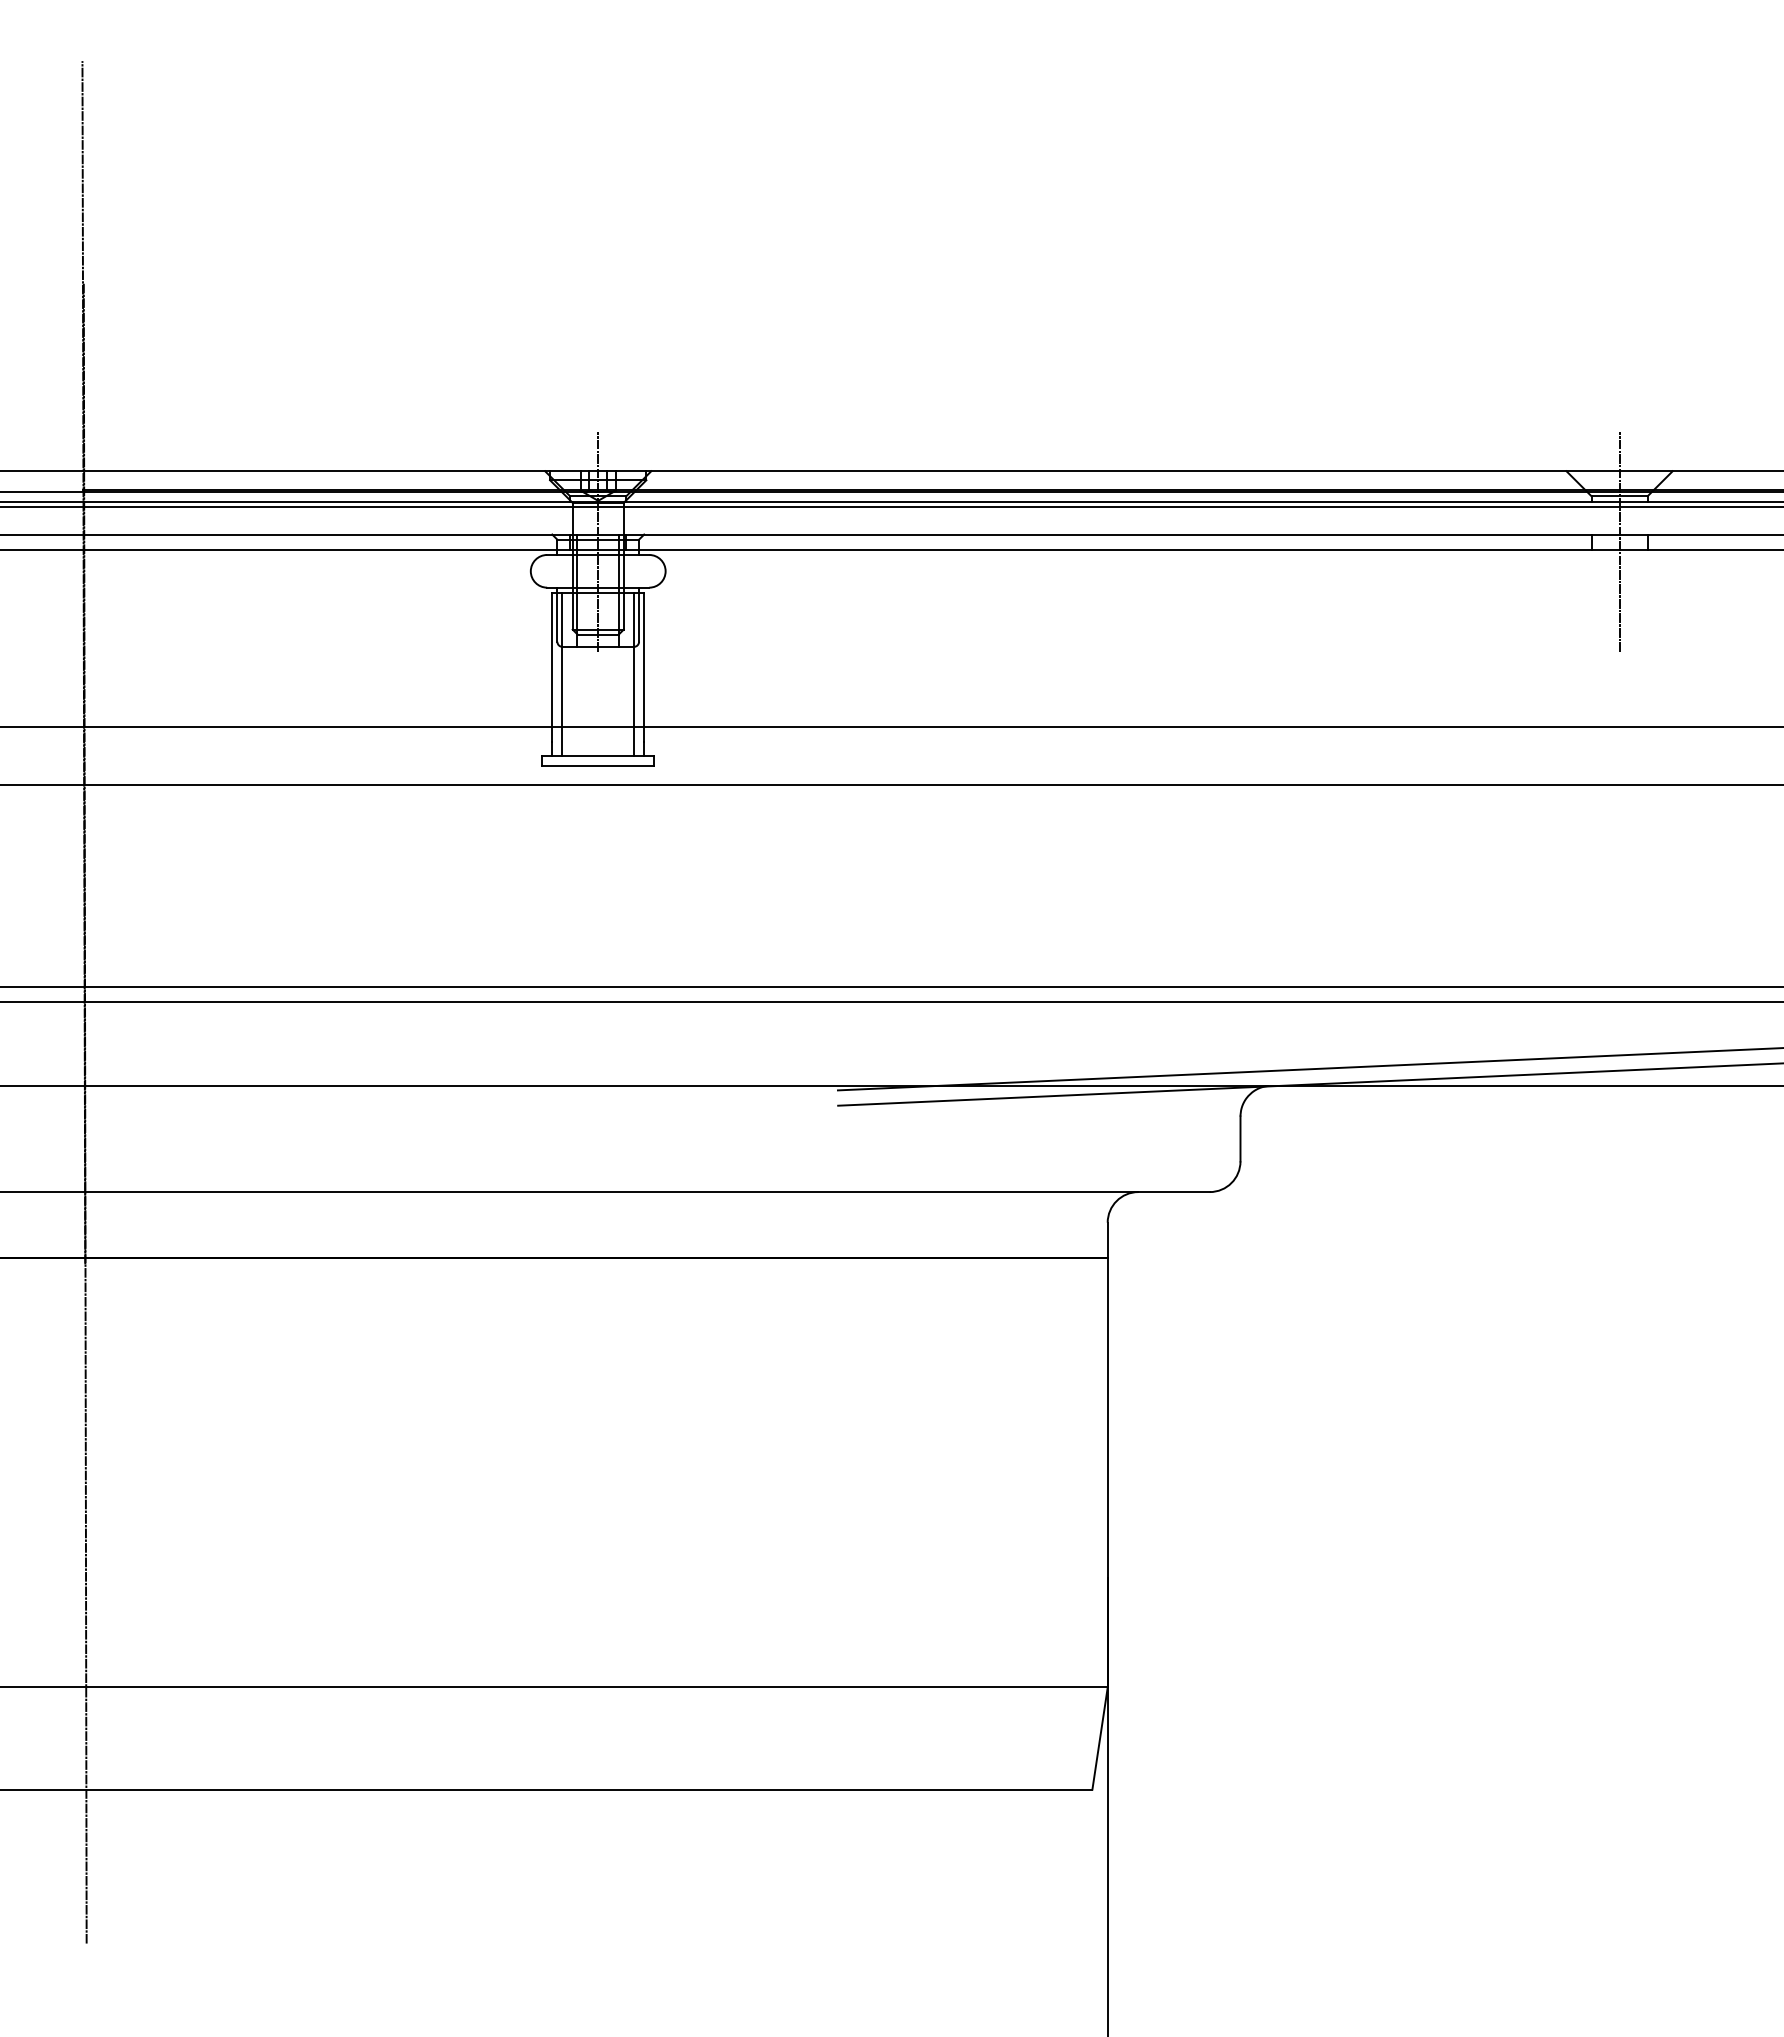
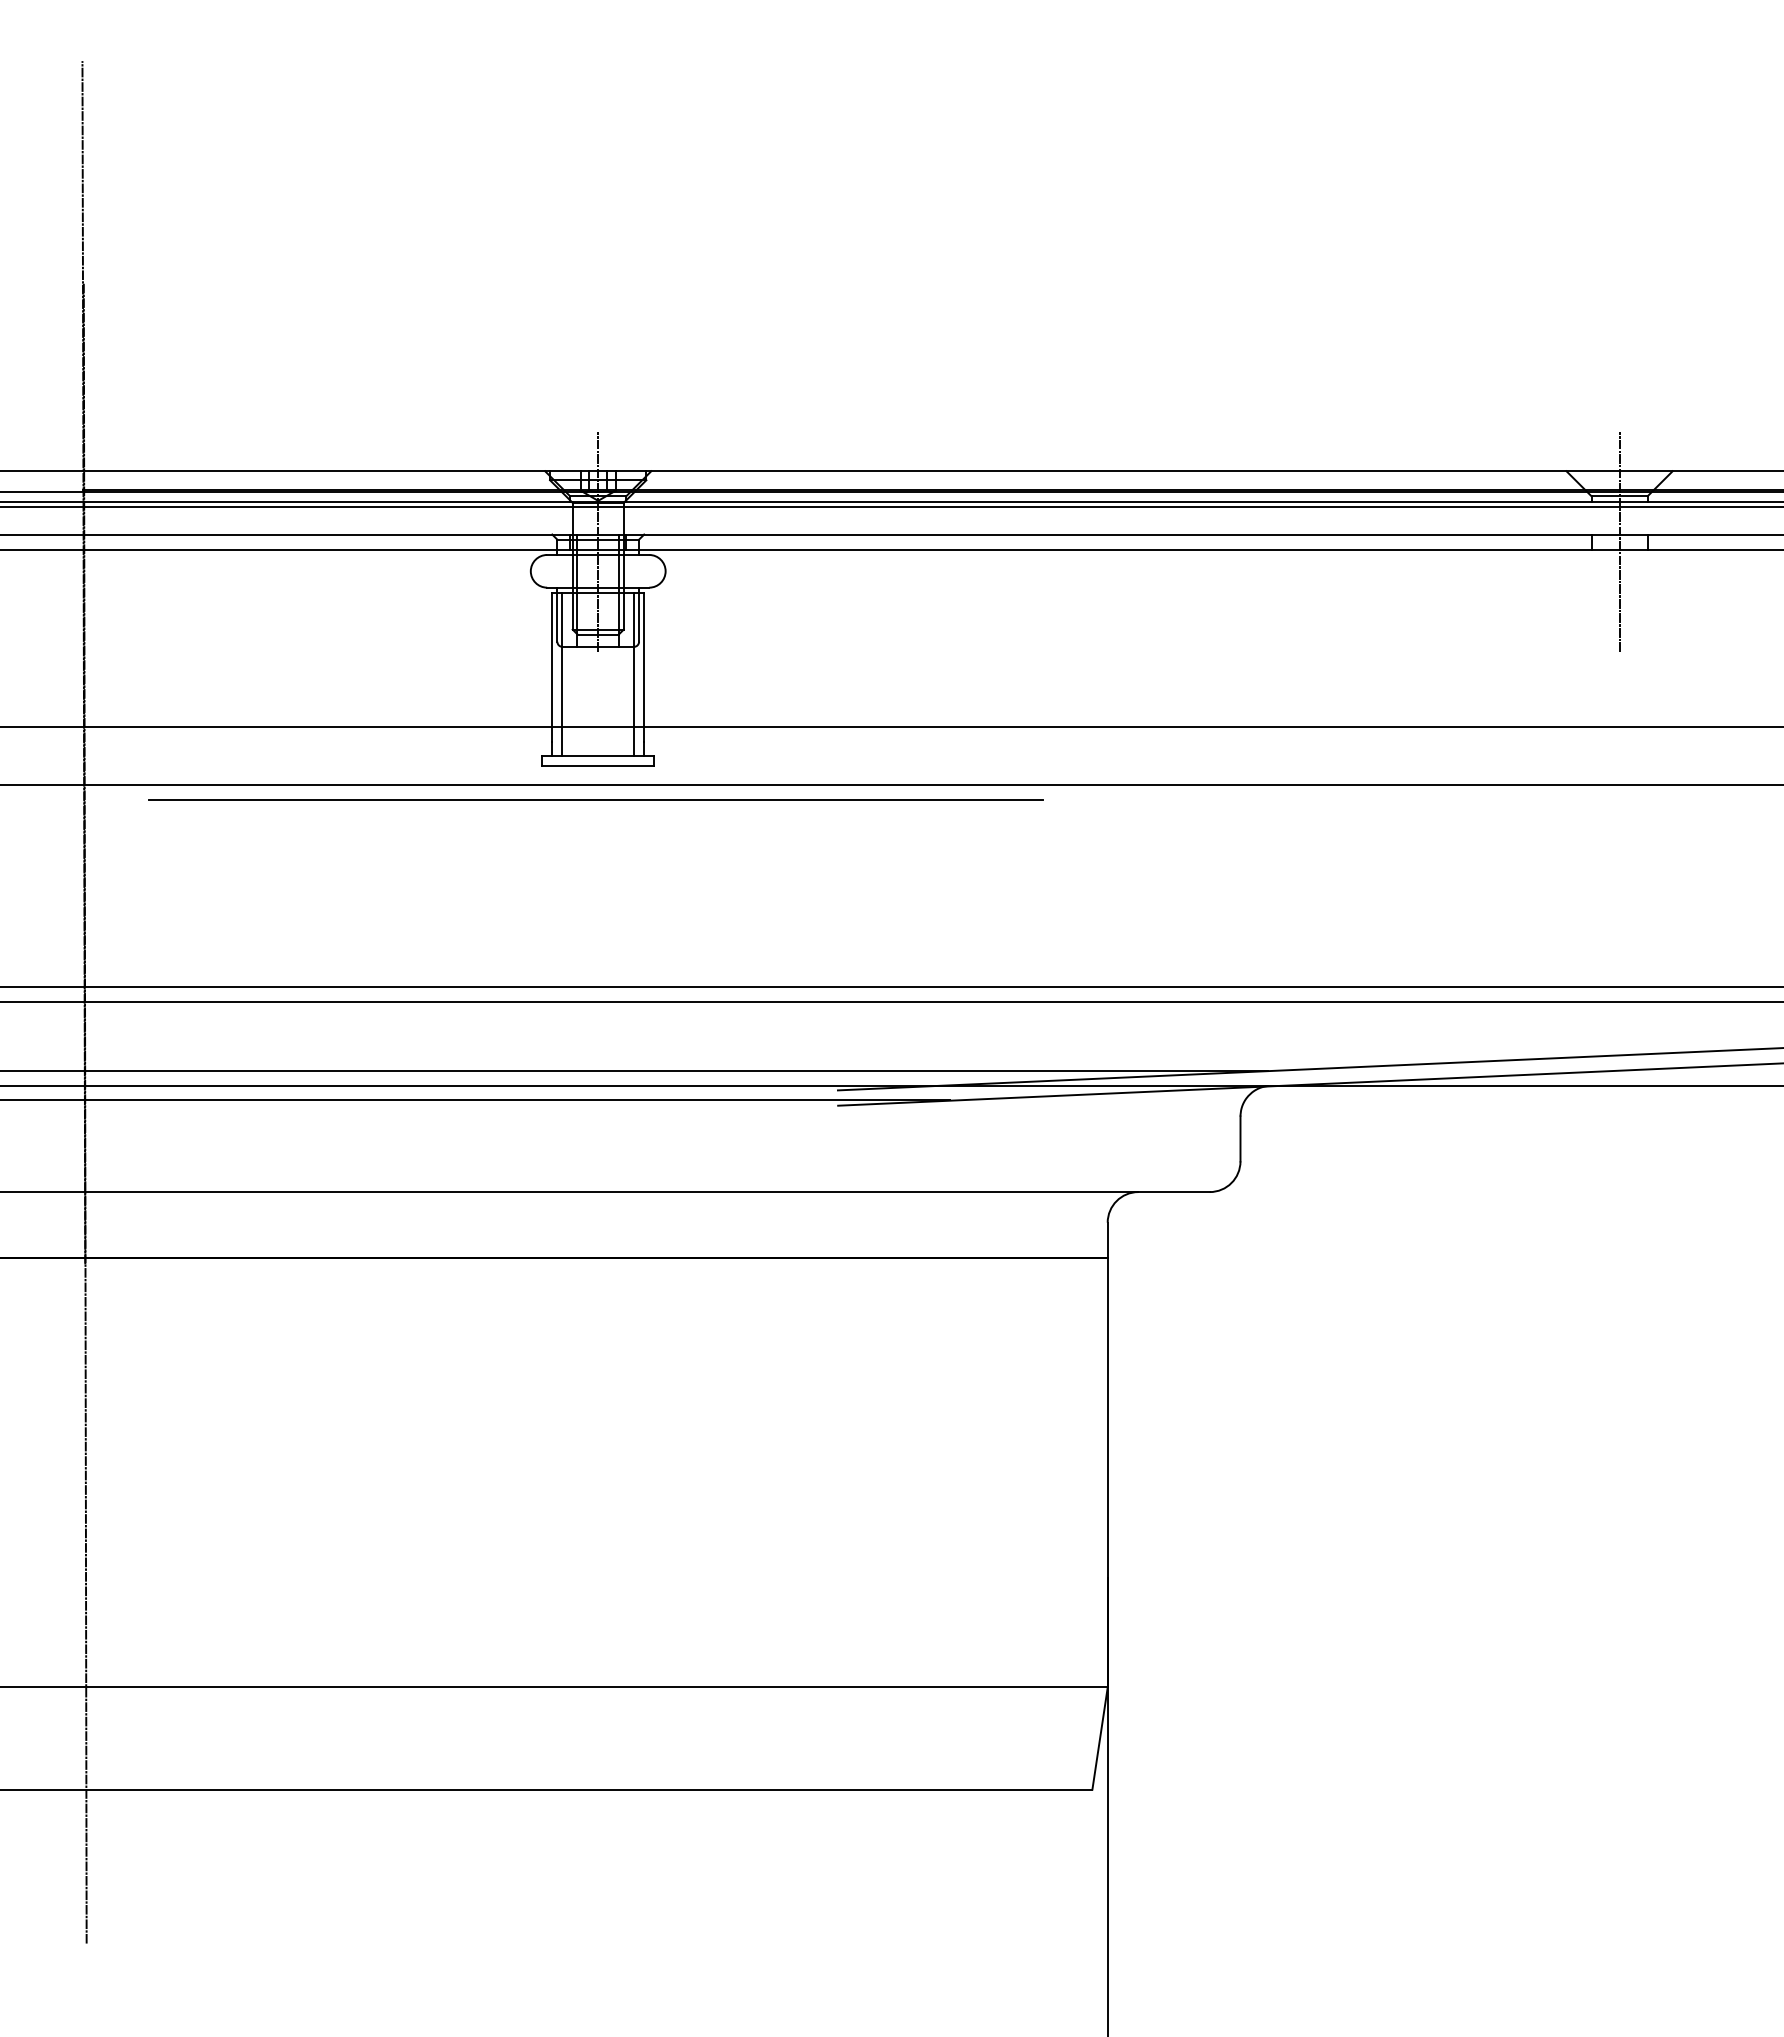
line at (595, 800): none -> present
line at (635, 1070): none -> present
line at (476, 1100): none -> present
